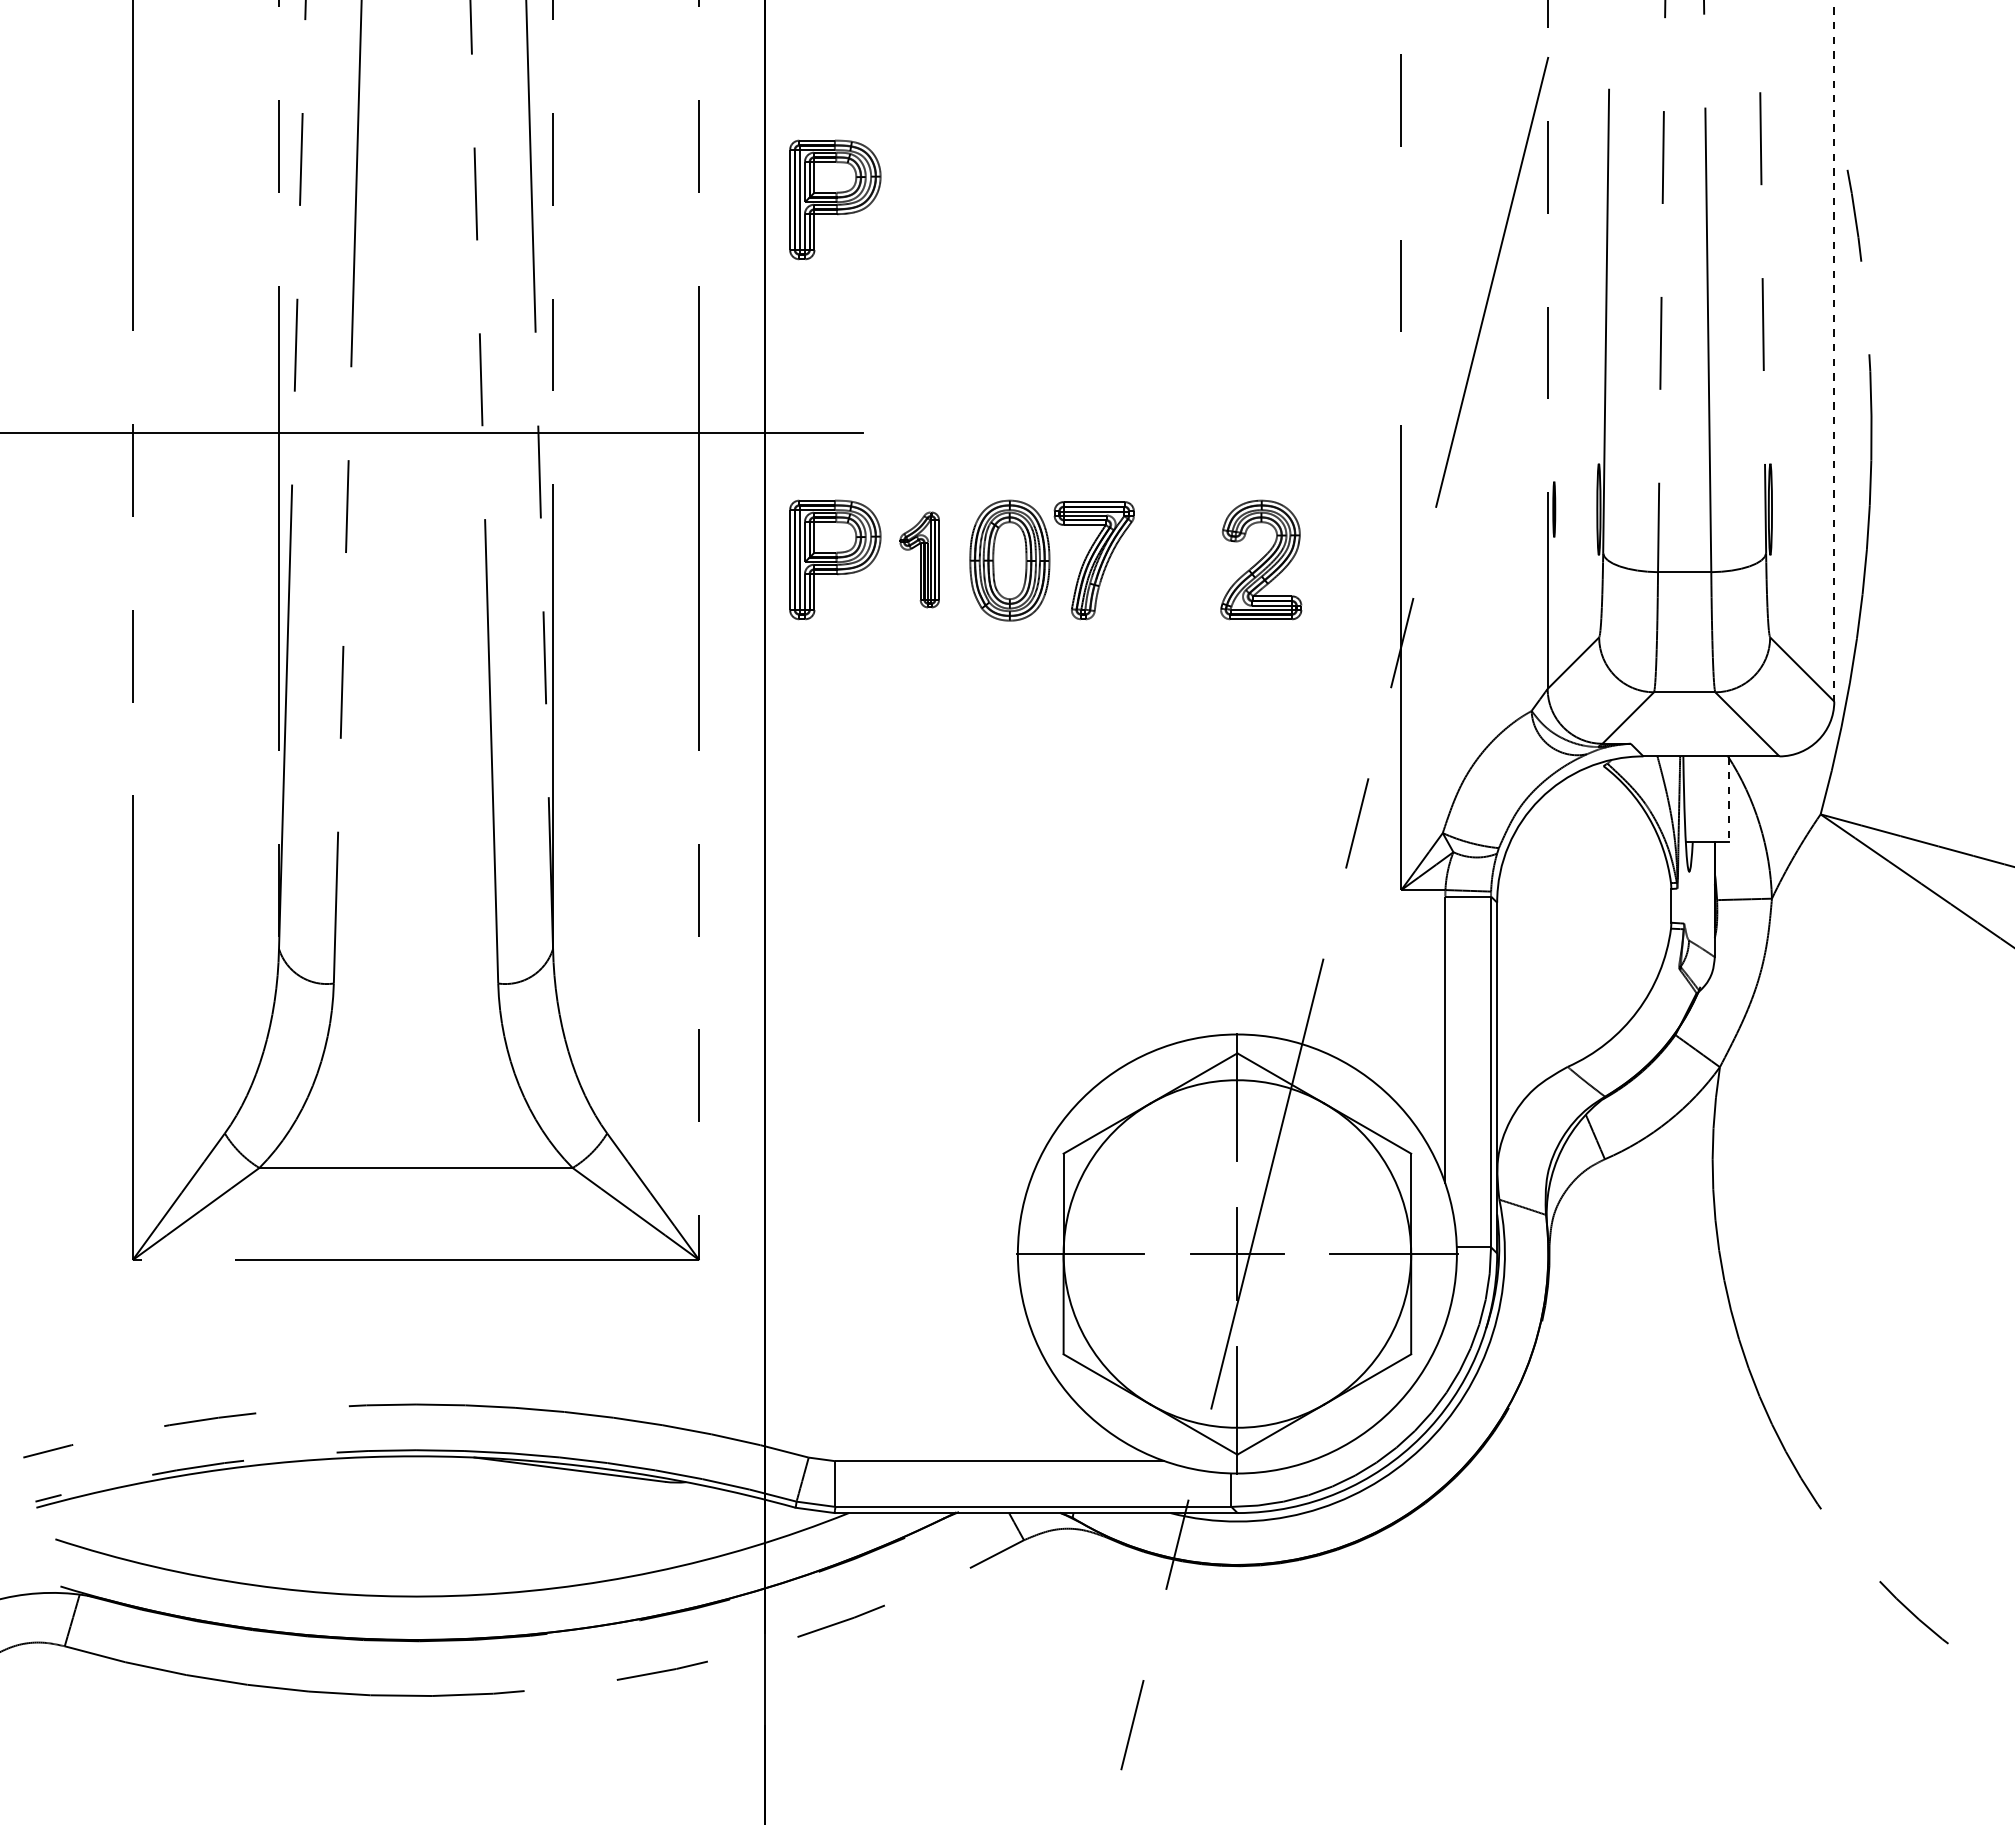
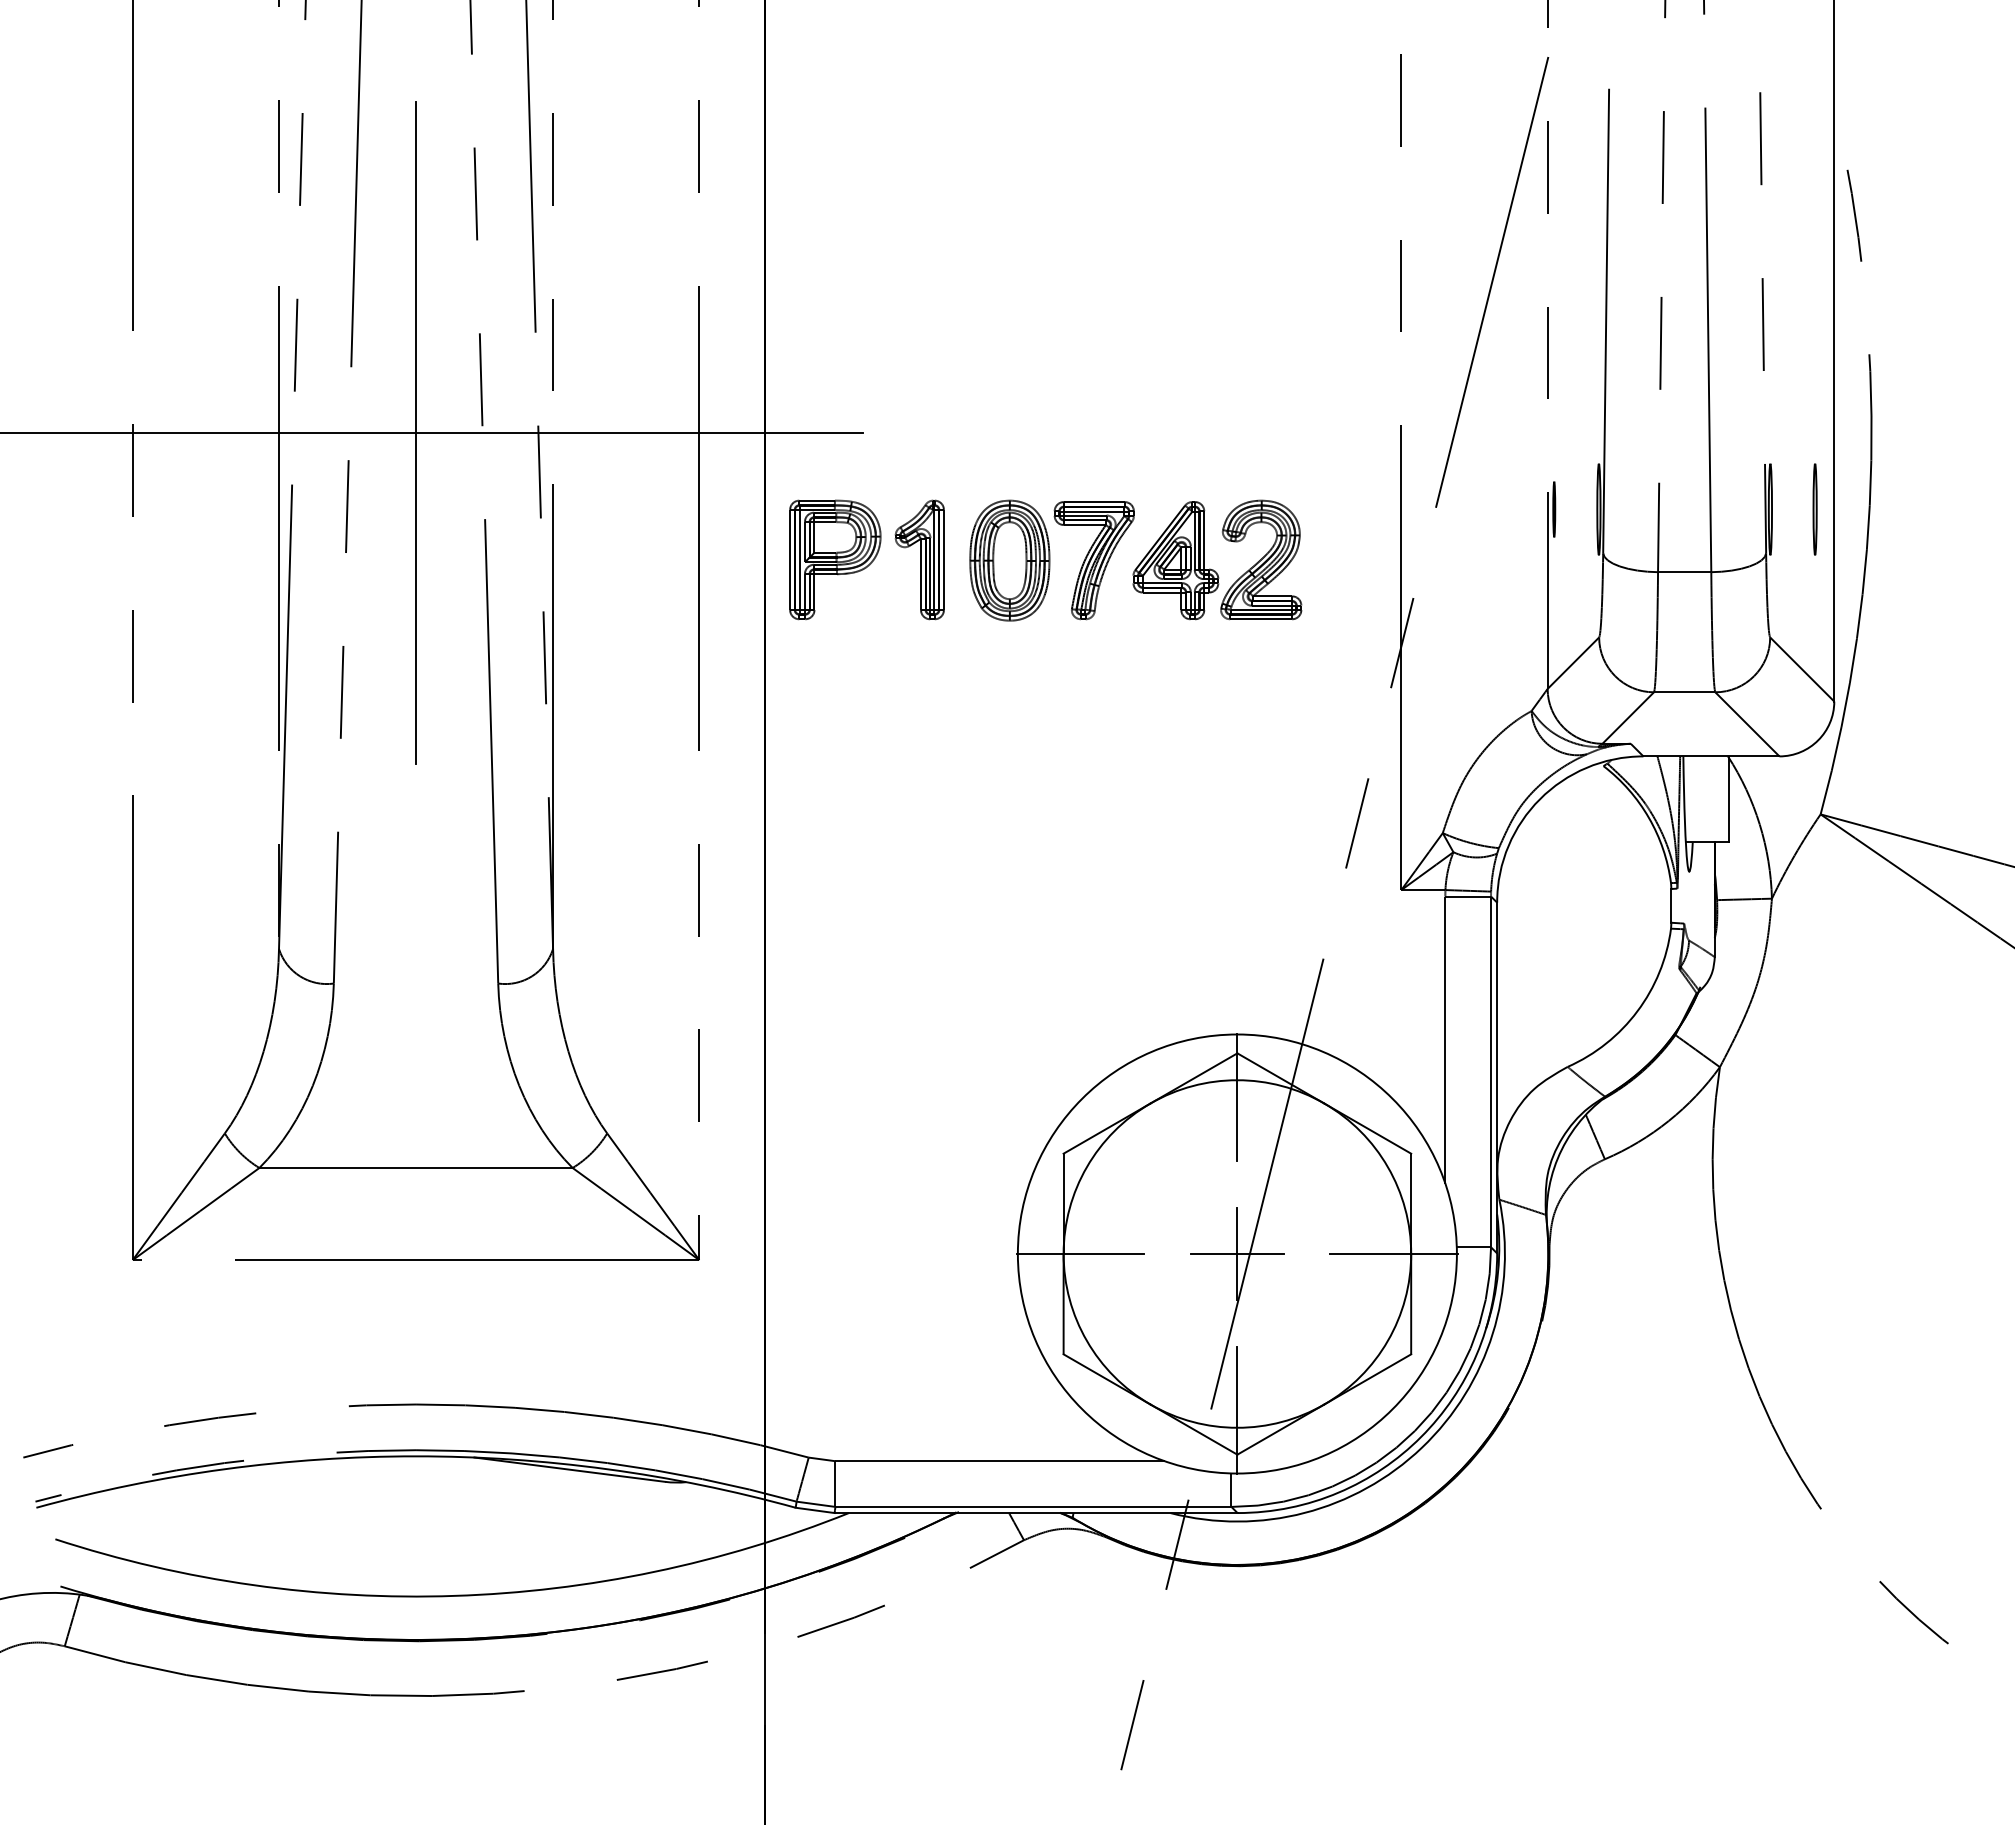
part at (835, 199): present -> none
line at (1834, 350): dashed -> solid
line at (416, 432): none -> present
part at (1814, 509): none -> present
part at (919, 559) size: 41x98 px -> 51x122 px
part at (1175, 560): none -> present
line at (1728, 800): dashed -> solid
